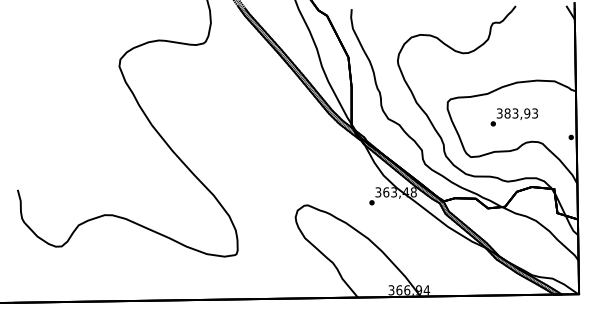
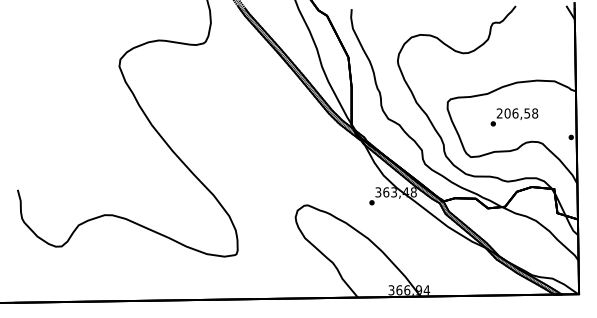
text at (517, 113): 383,93 -> 206,58
